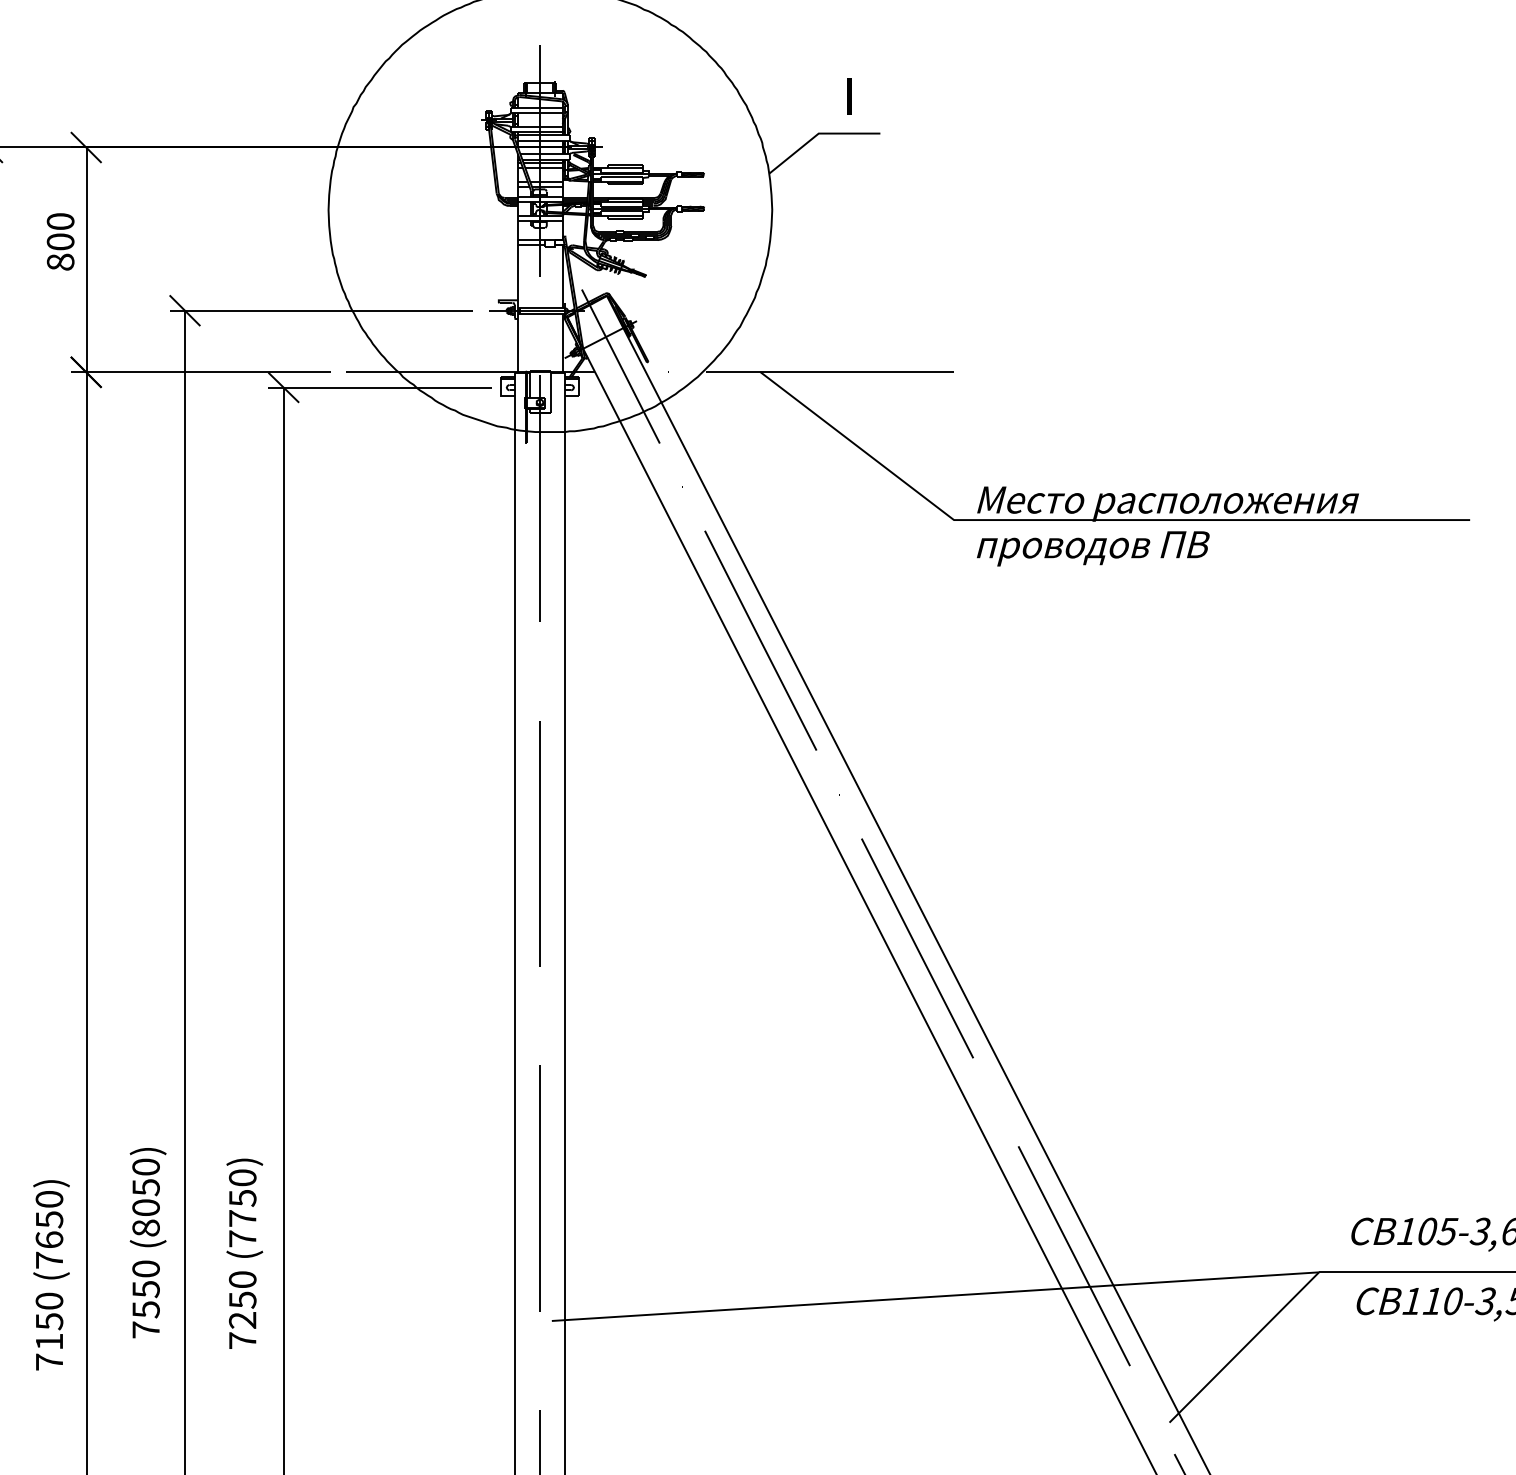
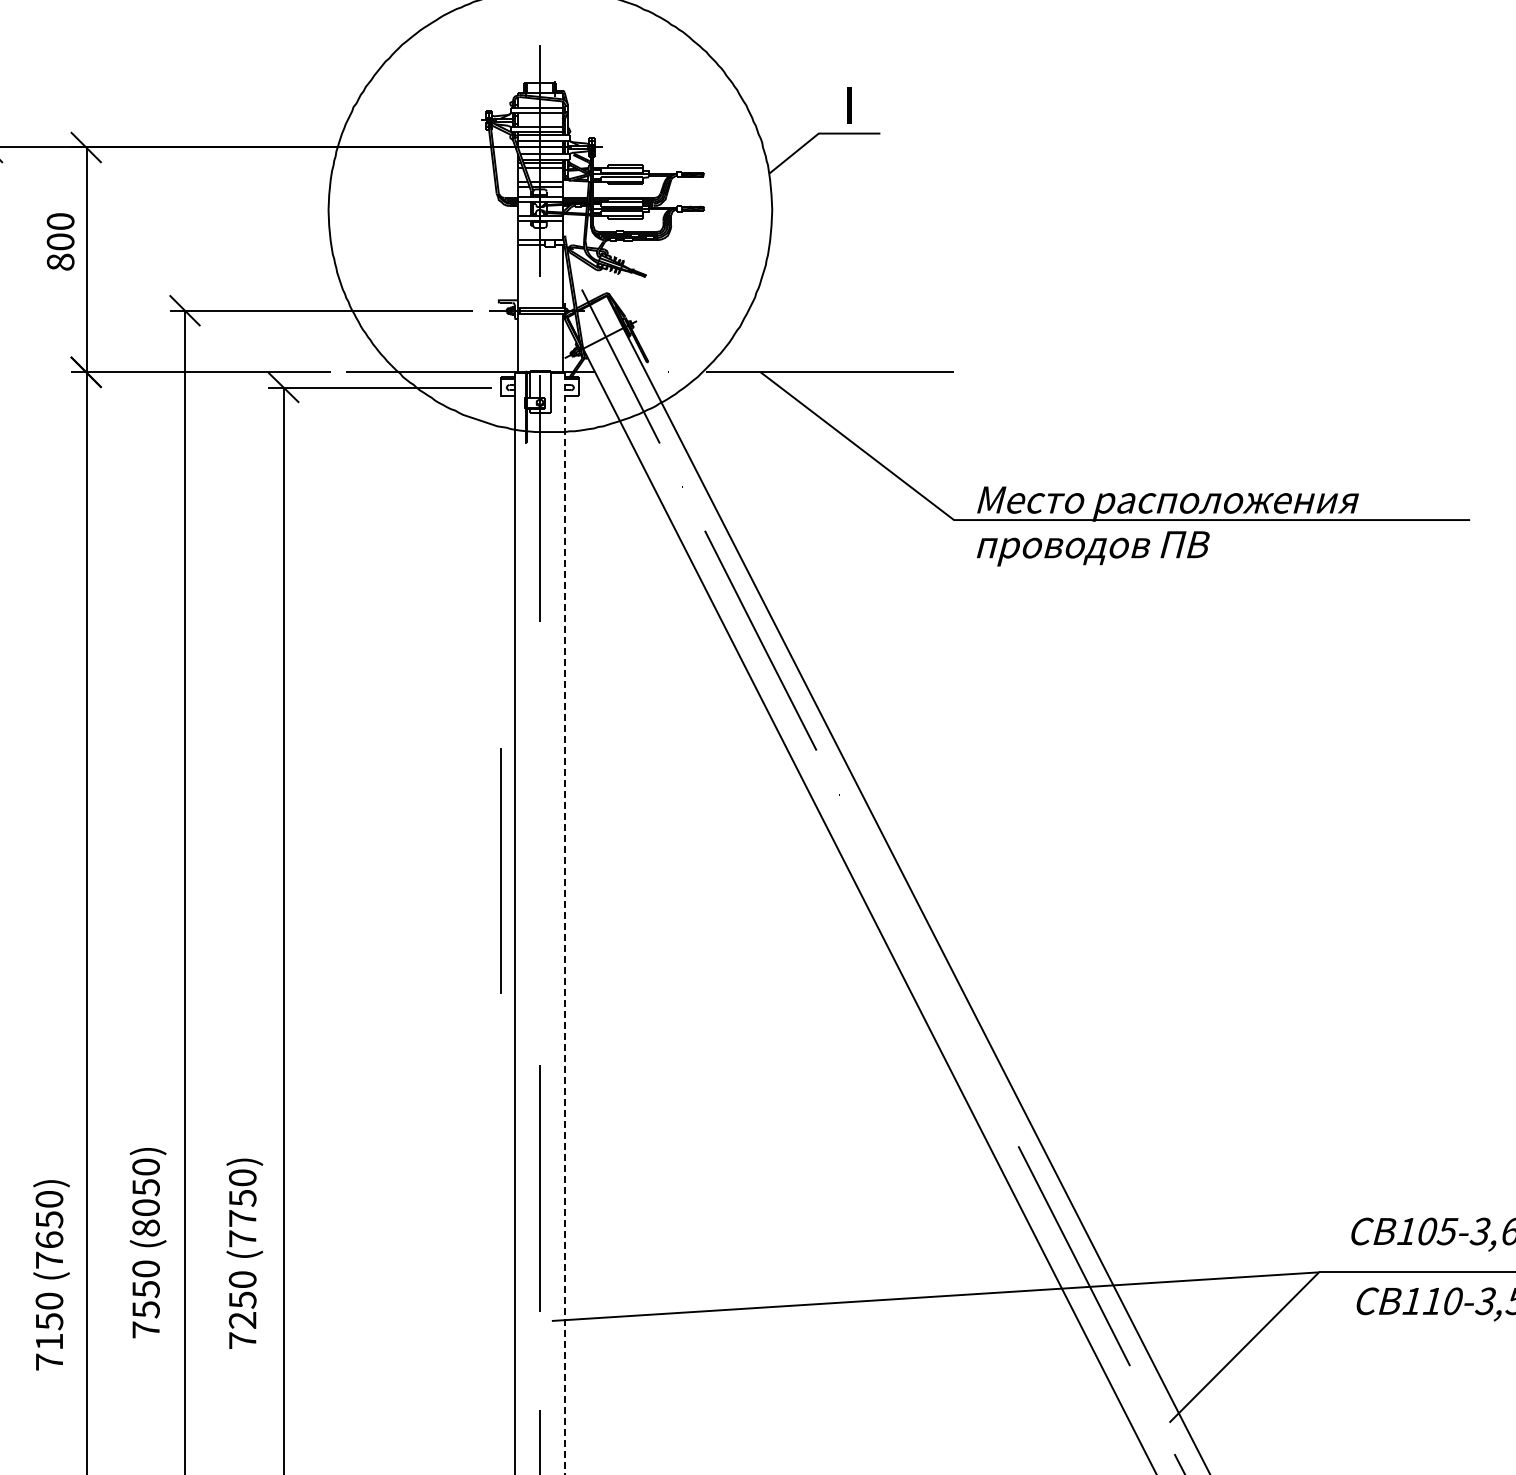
line at (849, 96) position: (849, 96) -> (849, 105)
line at (539, 843) position: (539, 843) -> (500, 870)
line at (565, 924): solid -> dashed
line at (917, 948): present -> none
